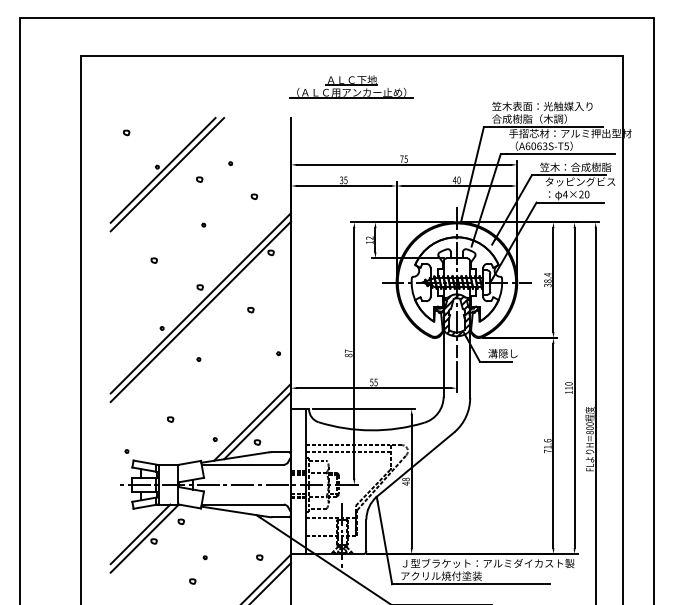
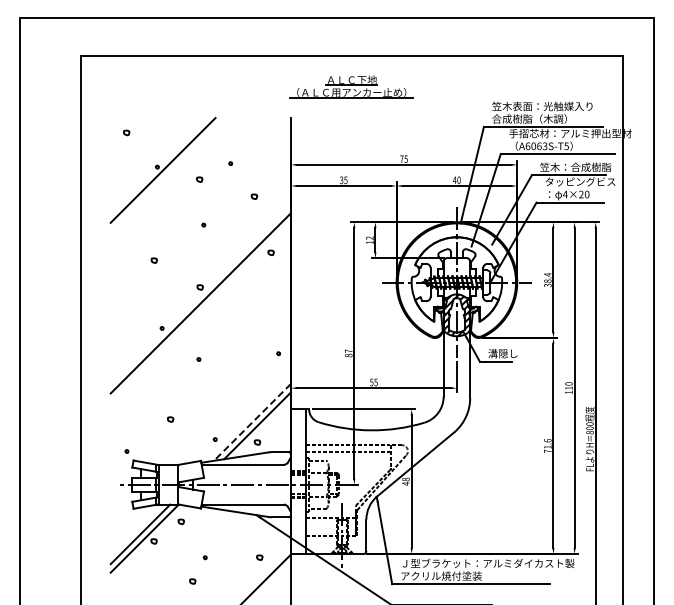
line at (167, 174): present -> none
part at (250, 310): present -> none
line at (200, 311): present -> none
line at (252, 422): solid -> dashed
line at (271, 582): present -> none
